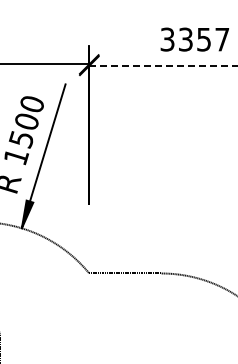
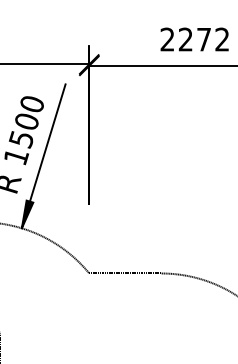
text at (194, 39): 3357 -> 2272
line at (164, 65): dashed -> solid
